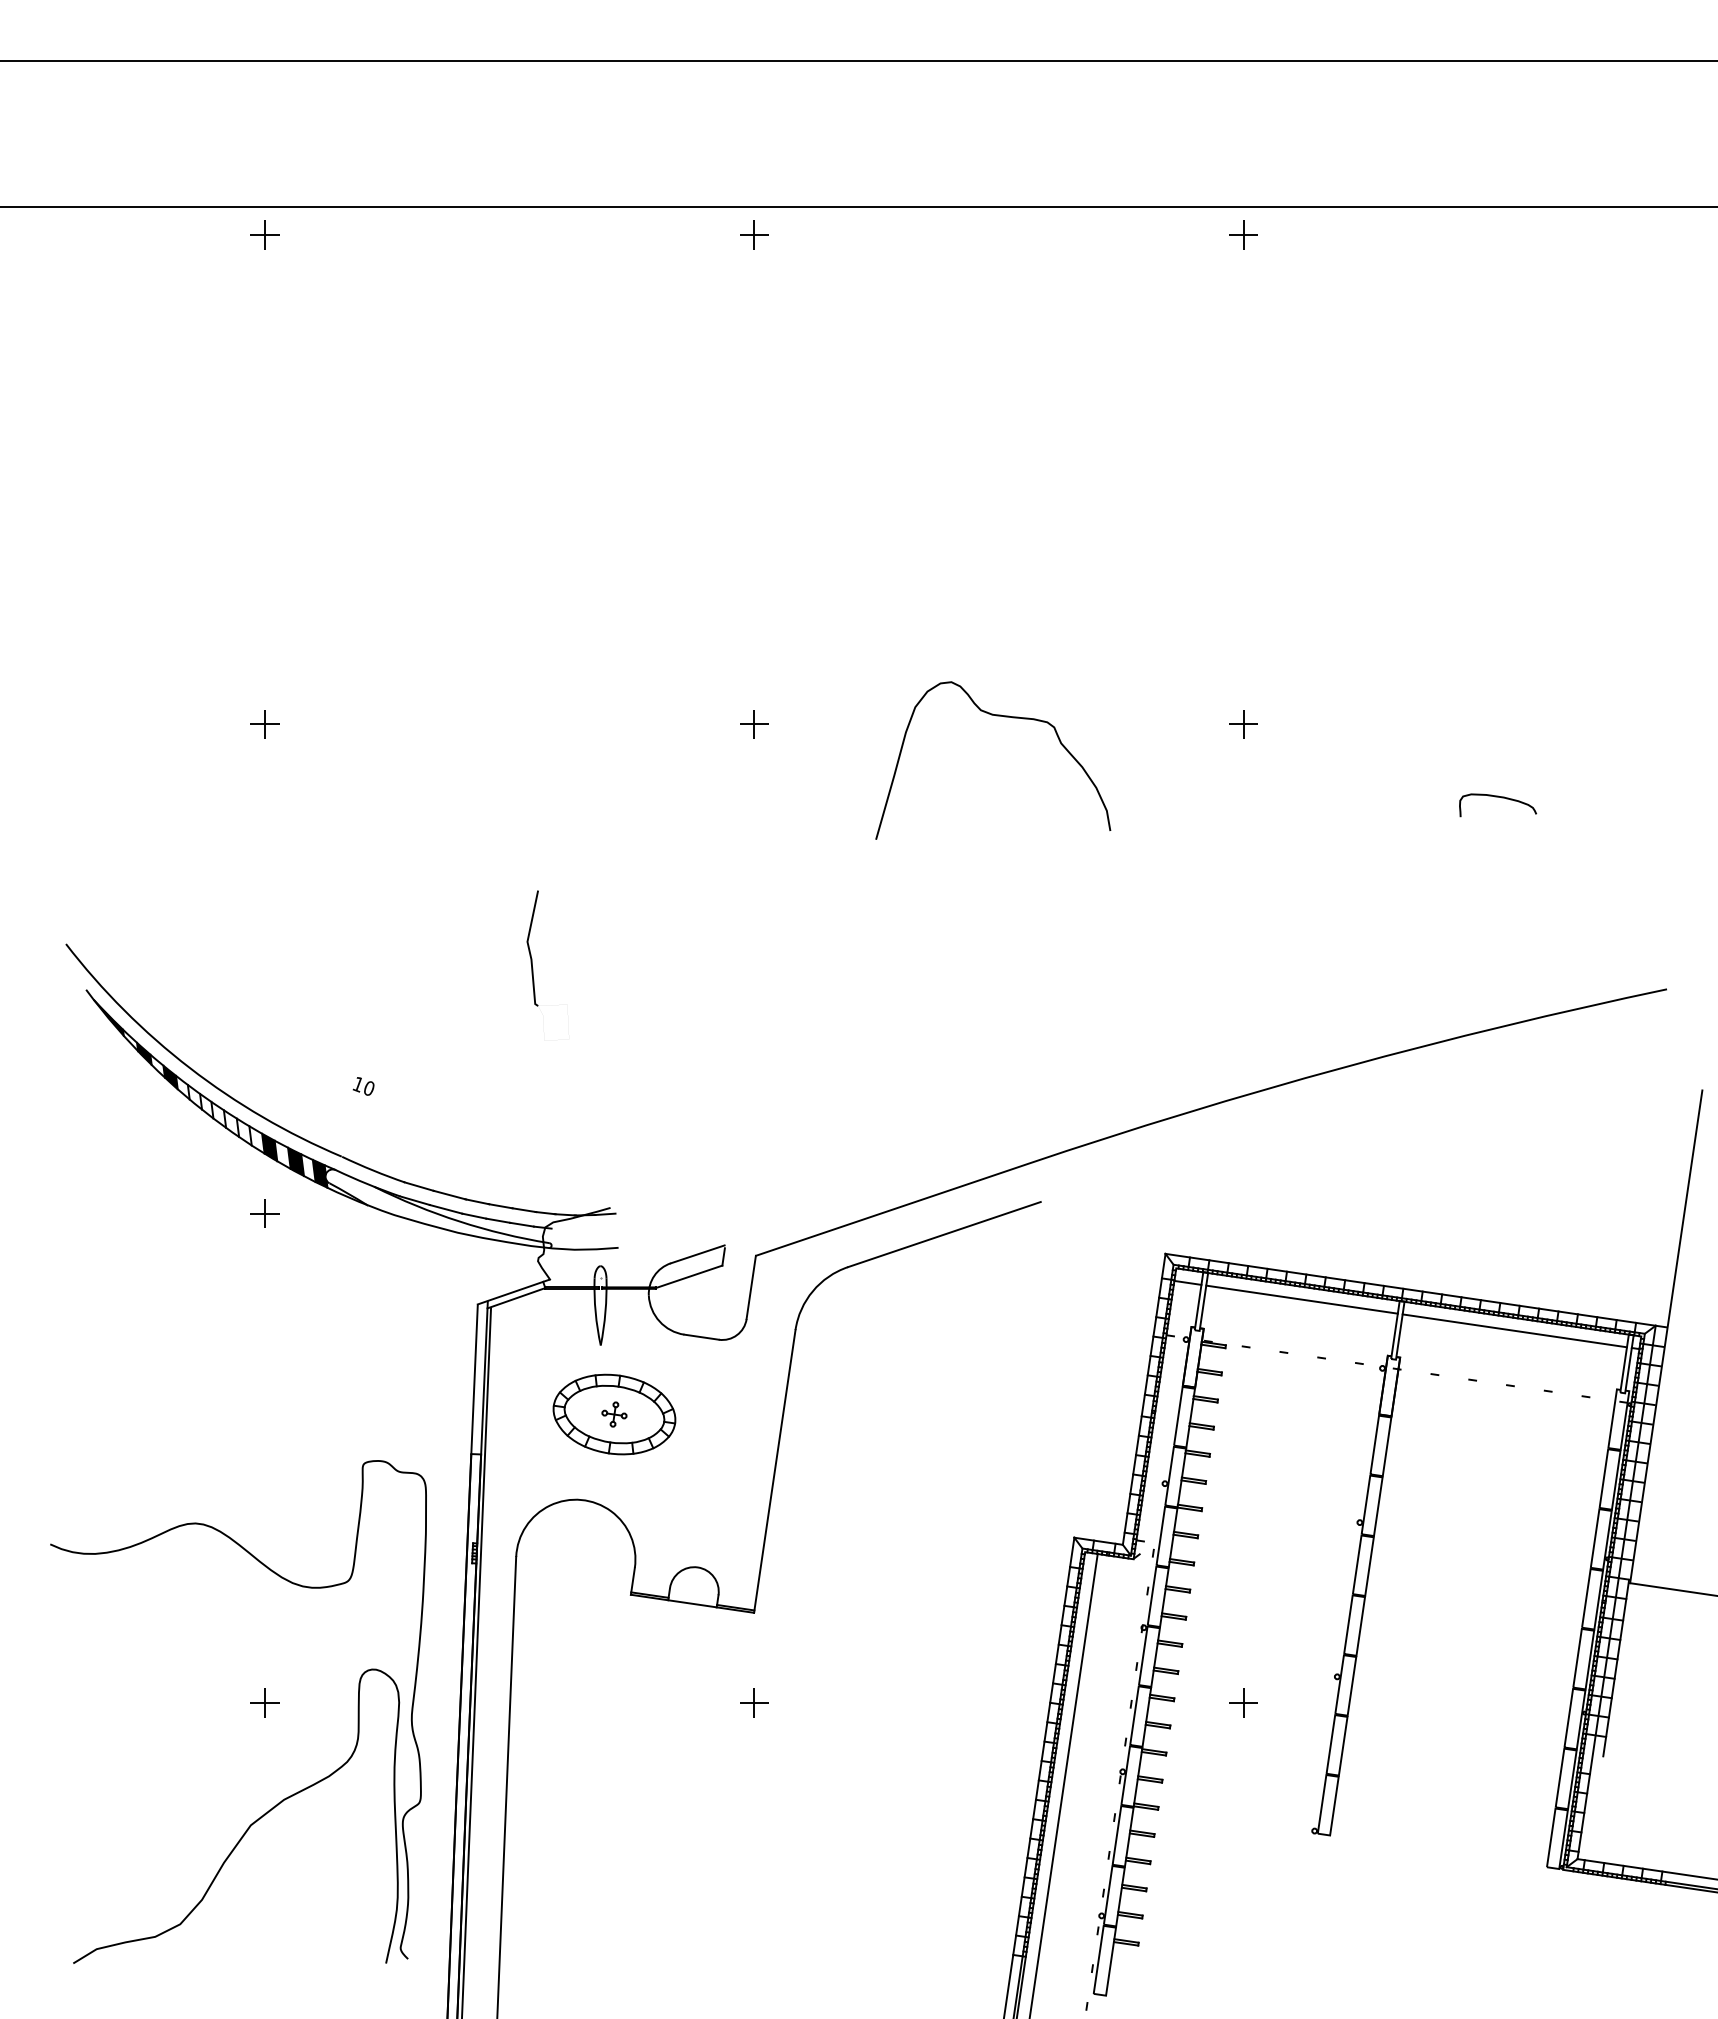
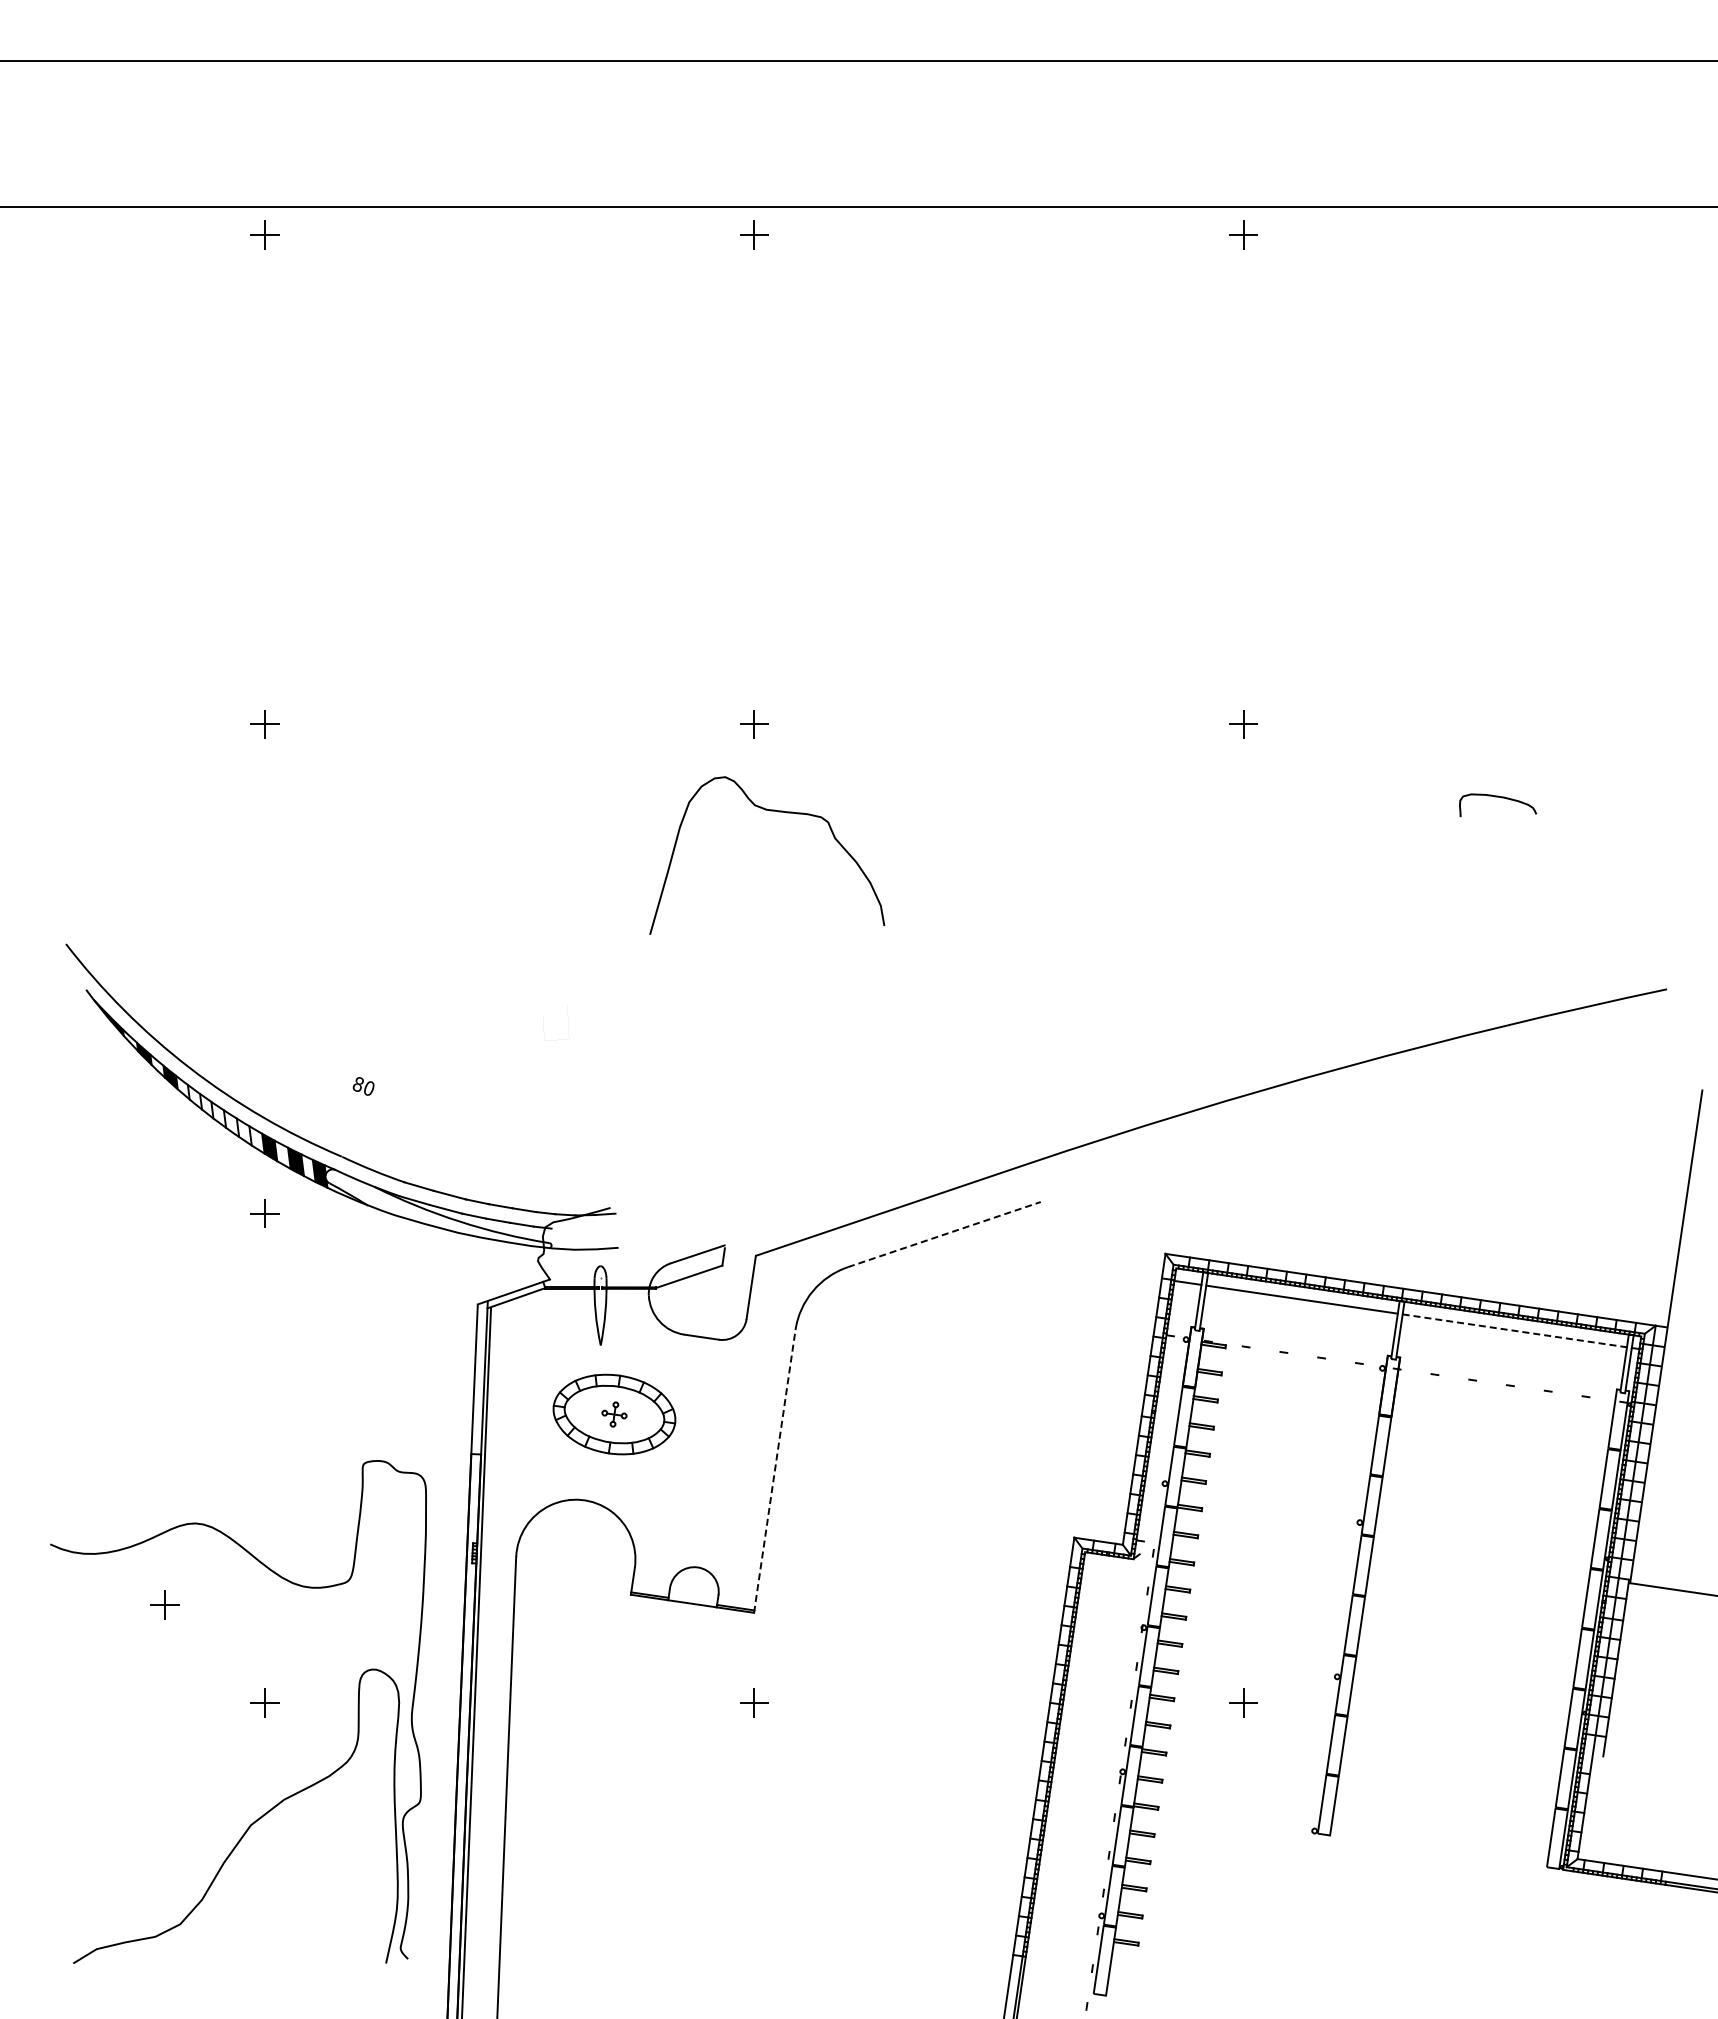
curve at (996, 716) position: (996, 716) -> (770, 811)
part at (532, 948): present -> none
text at (357, 1084): 10 -> 80
line at (944, 1234): solid -> dashed
line at (1515, 1330): solid -> dashed
line at (774, 1471): solid -> dashed
part at (164, 1604): none -> present
line at (1063, 1784): present -> none
